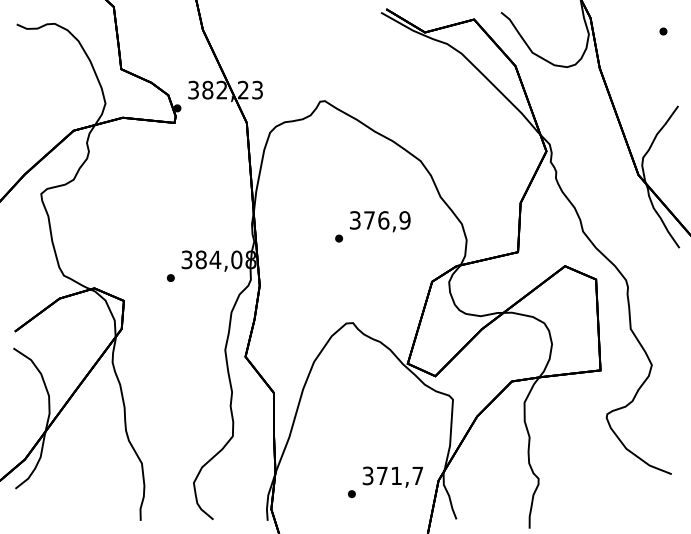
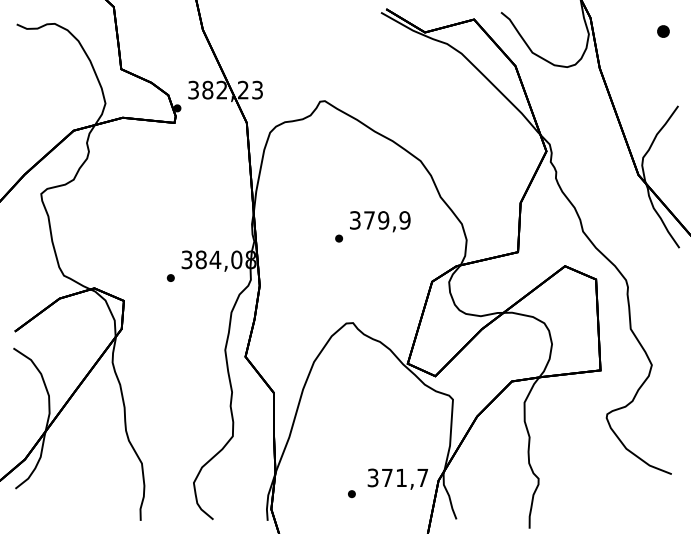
part at (663, 31) size: 9x9 px -> 13x13 px
text at (383, 220): 376,9 -> 379,9
text at (392, 476) position: (392, 476) -> (397, 478)
